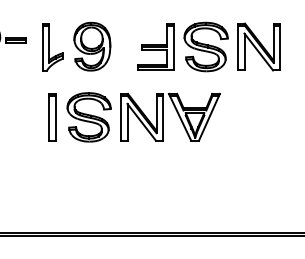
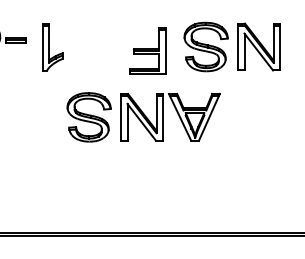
part at (92, 46): present -> none
part at (155, 46) position: (155, 46) -> (147, 50)
part at (52, 117): present -> none
